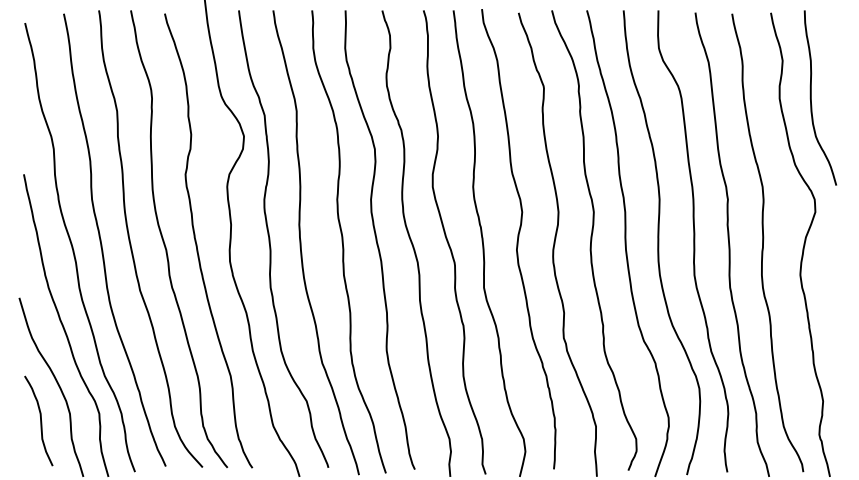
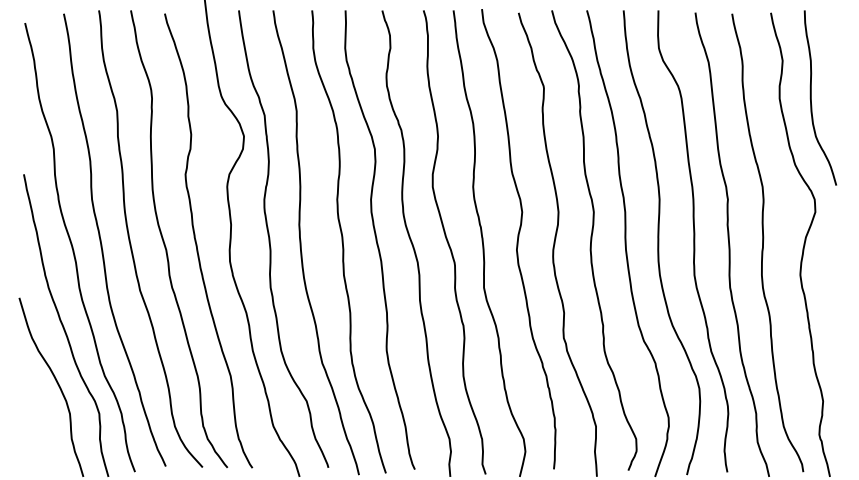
curve at (40, 420): present -> none
